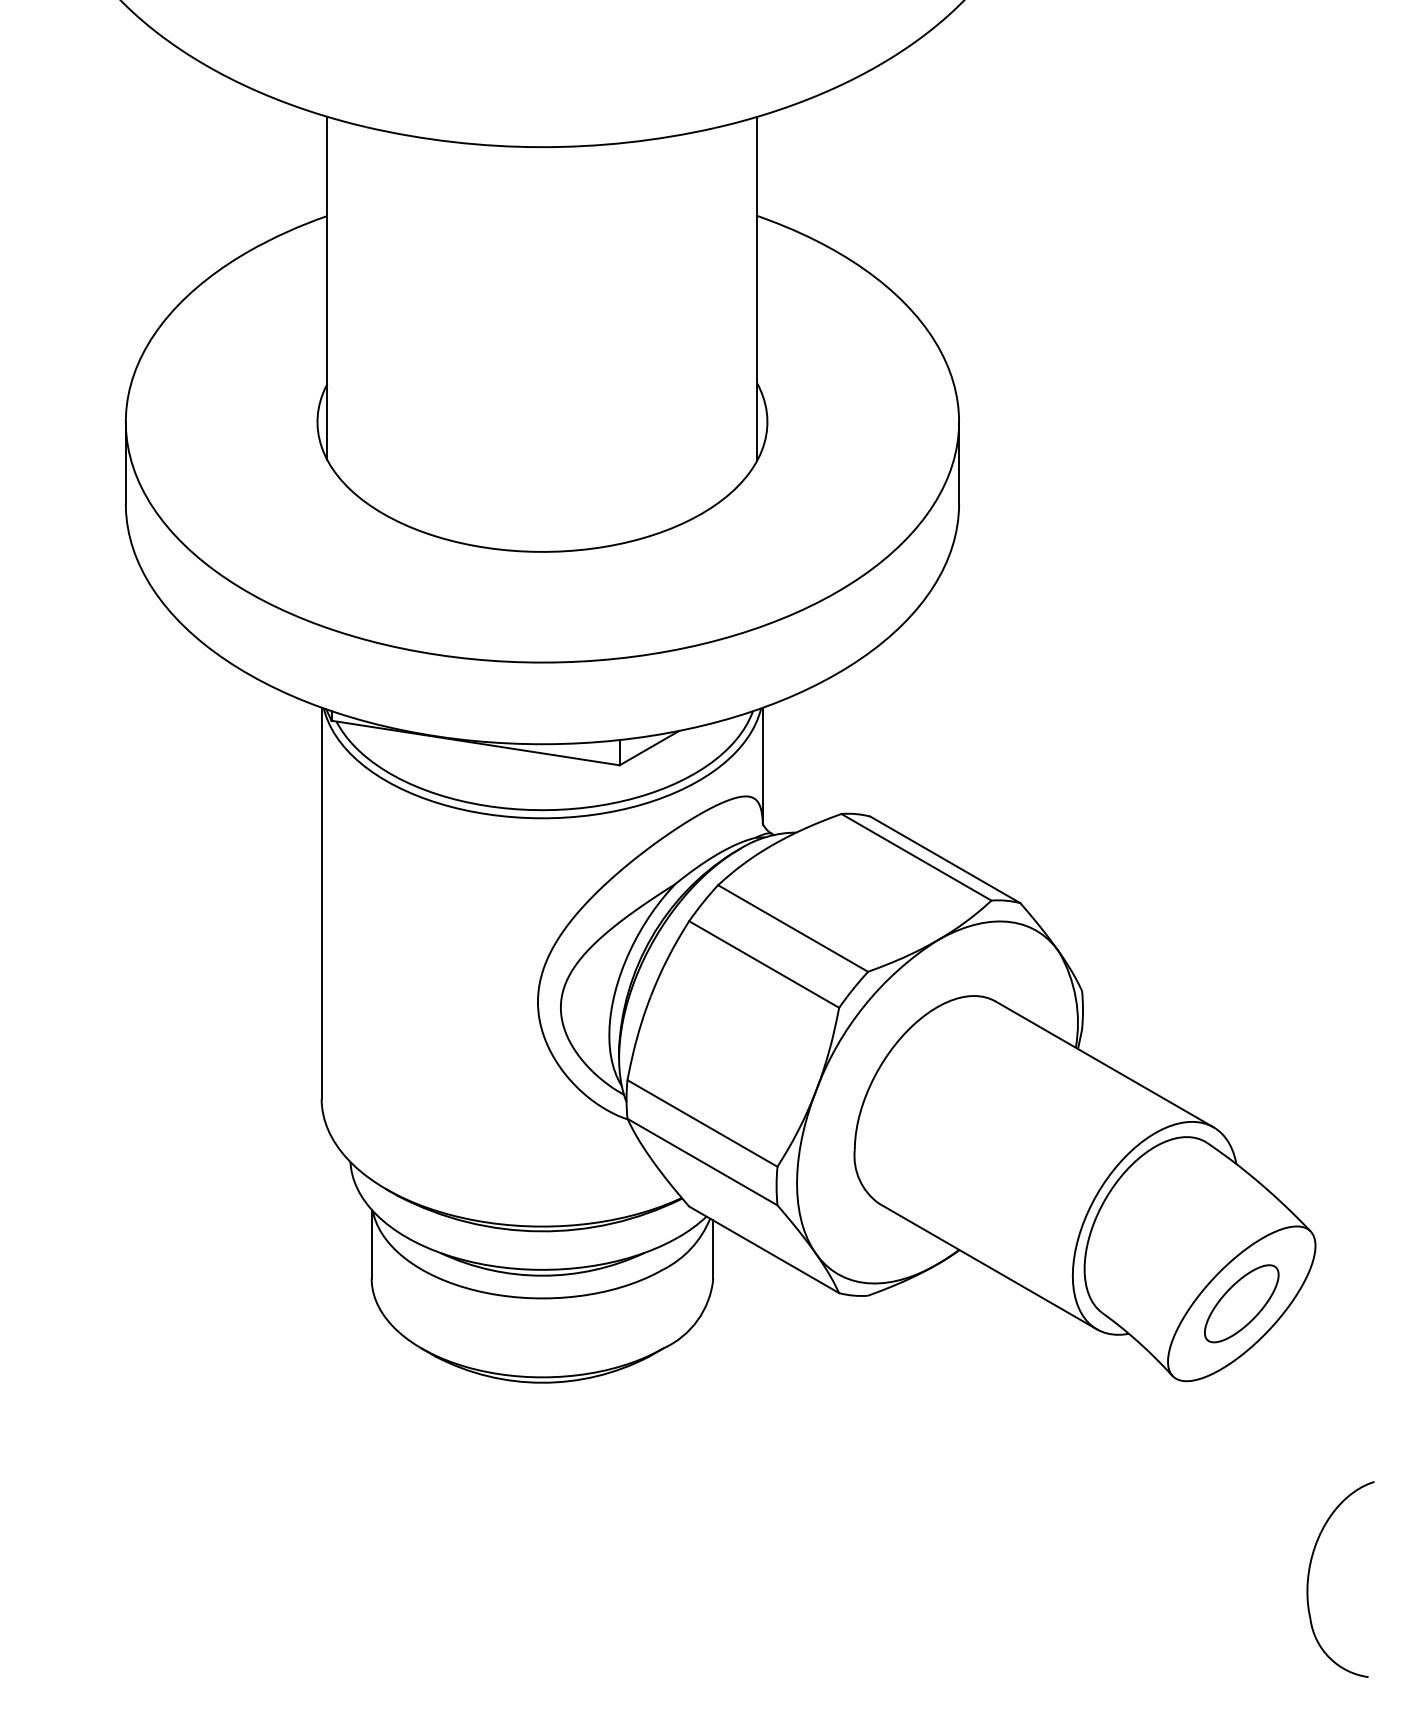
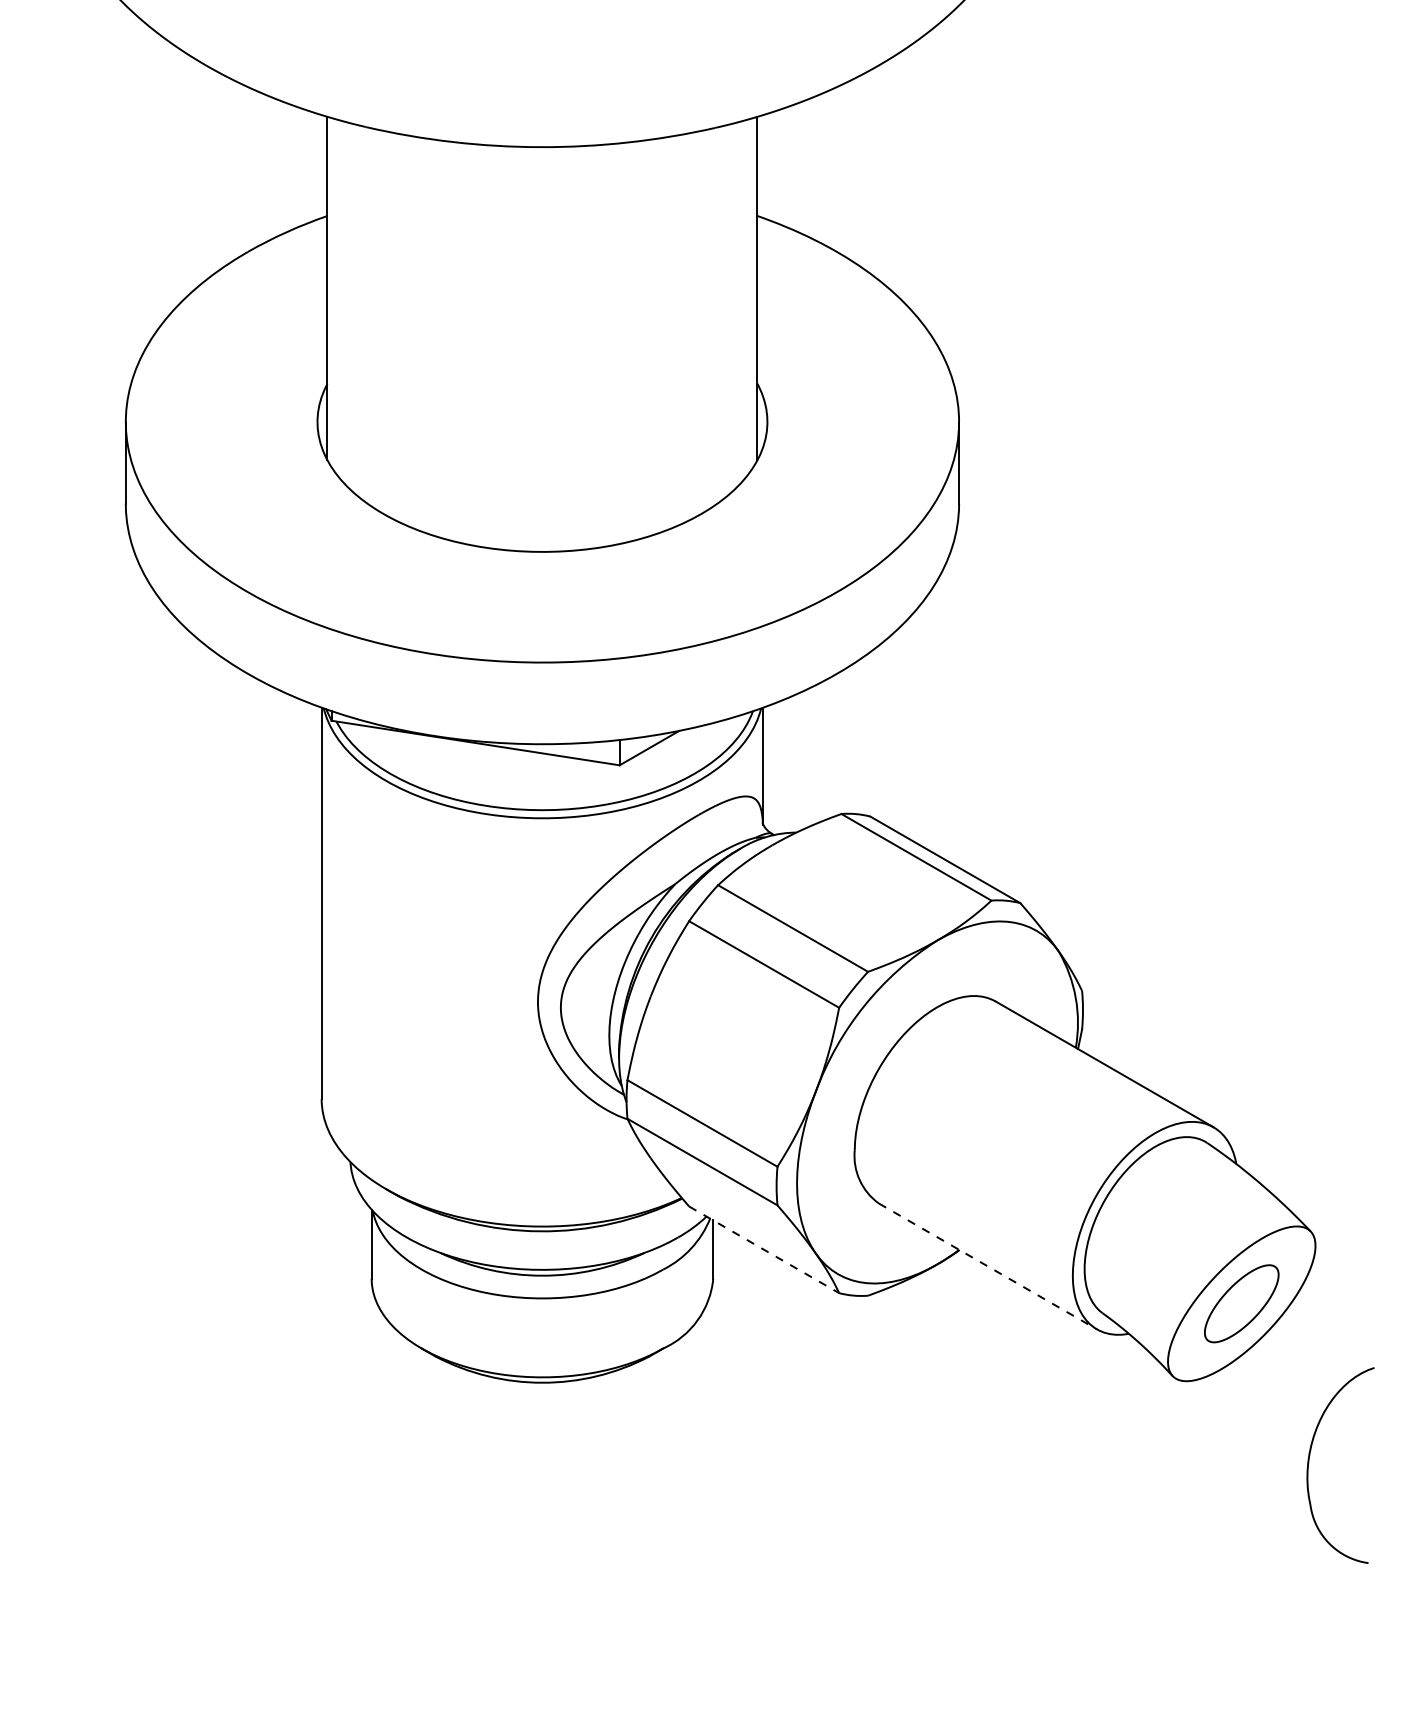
line at (764, 1249): solid -> dashed
line at (987, 1266): solid -> dashed
part at (1309, 1577) position: (1309, 1577) -> (1309, 1463)
